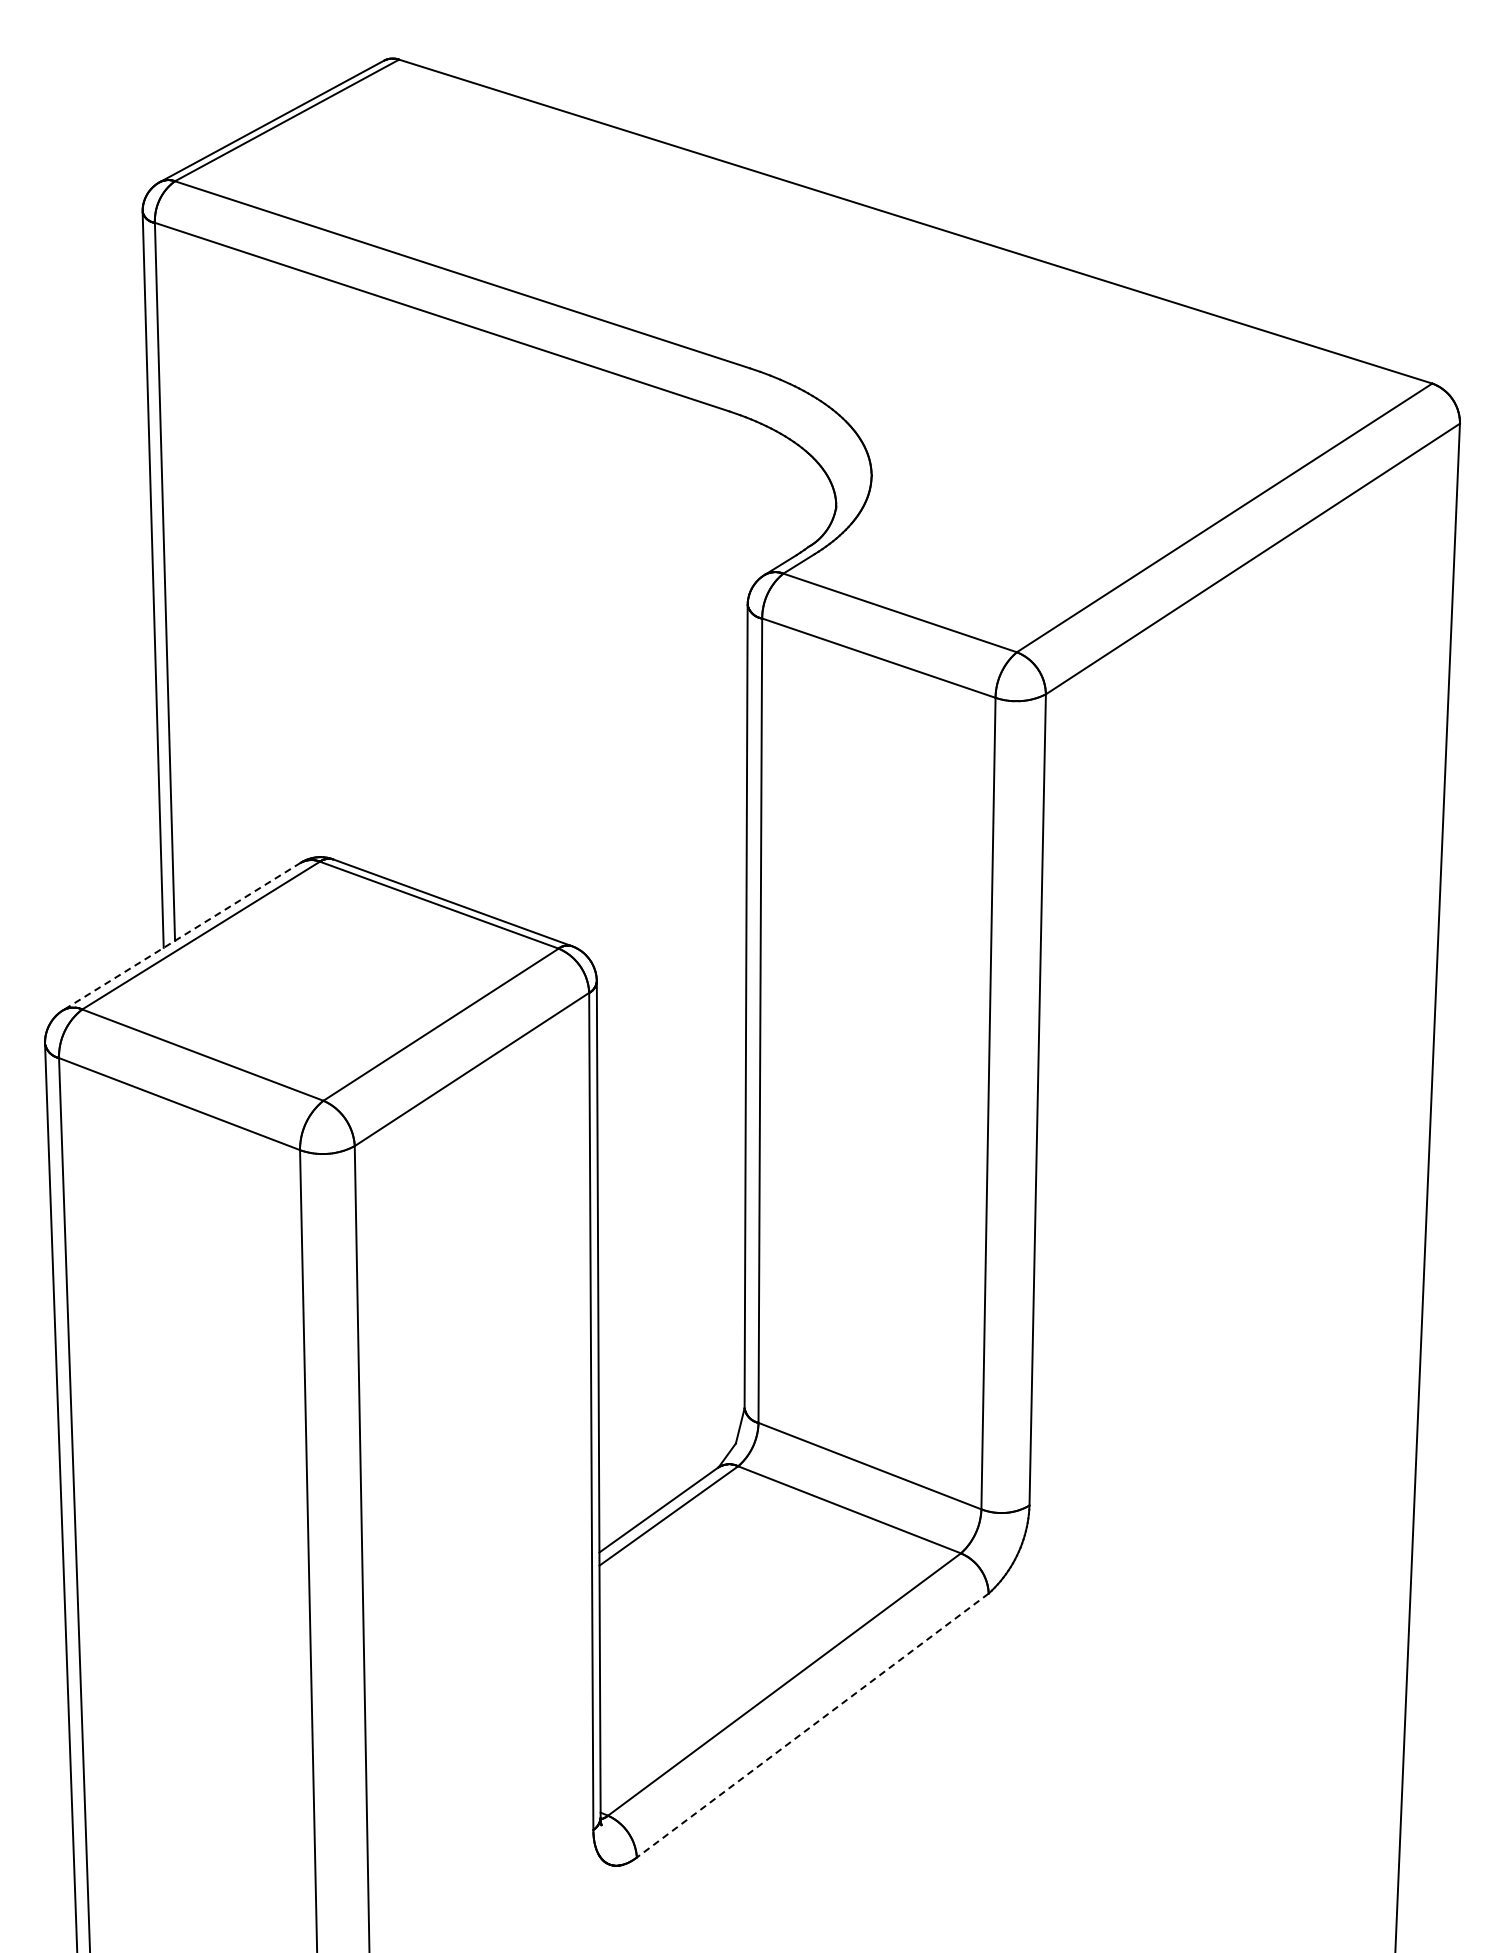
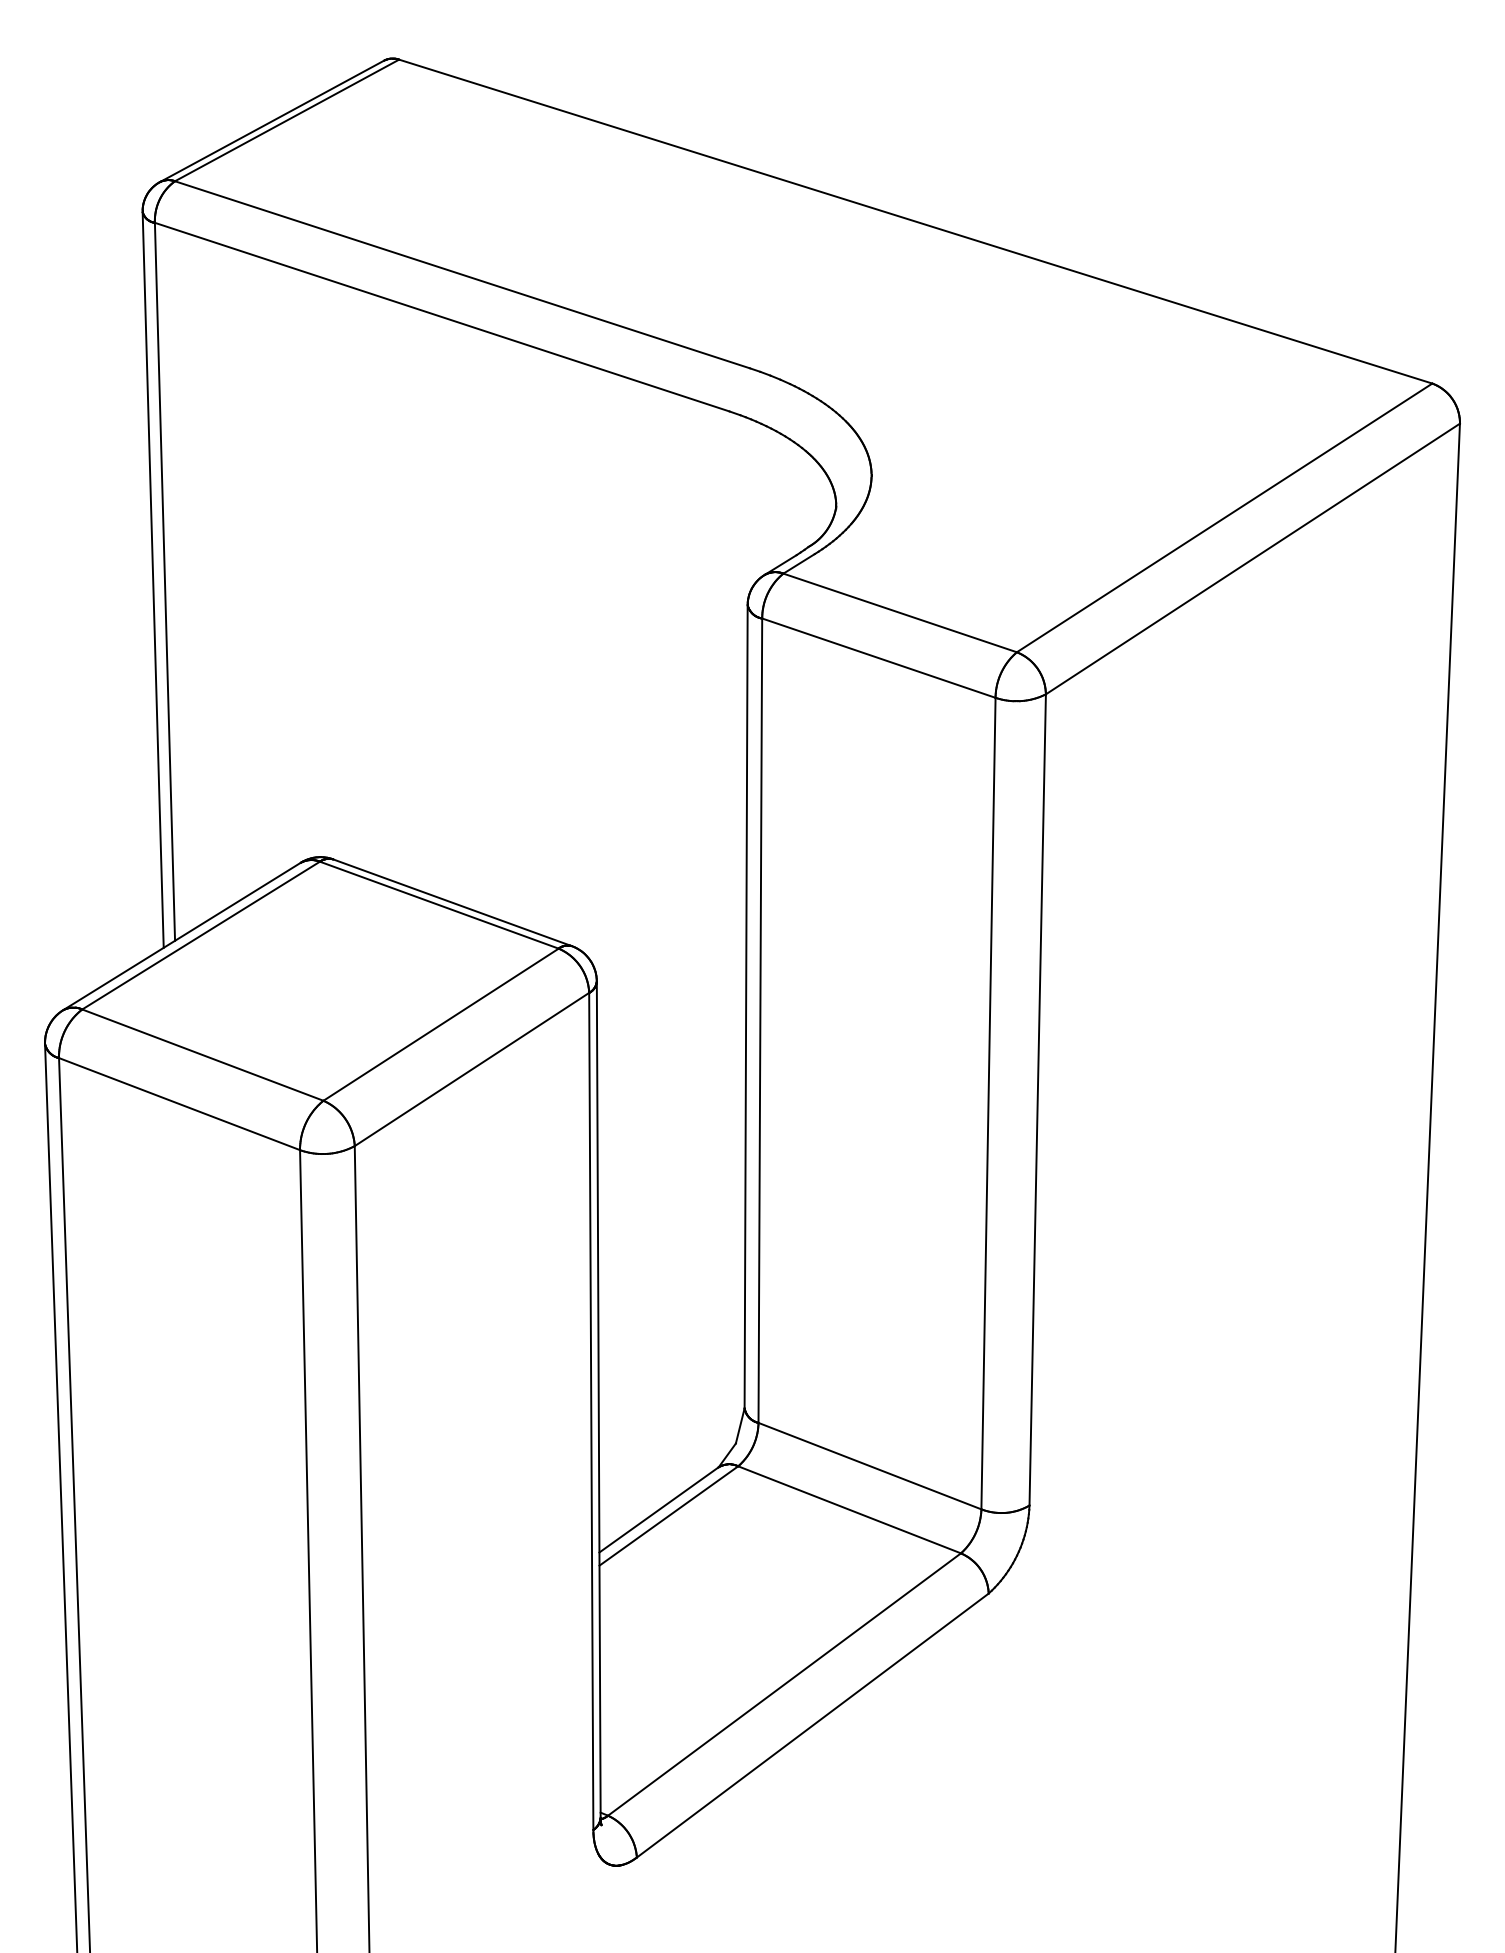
line at (181, 936): dashed -> solid
line at (812, 1725): dashed -> solid
